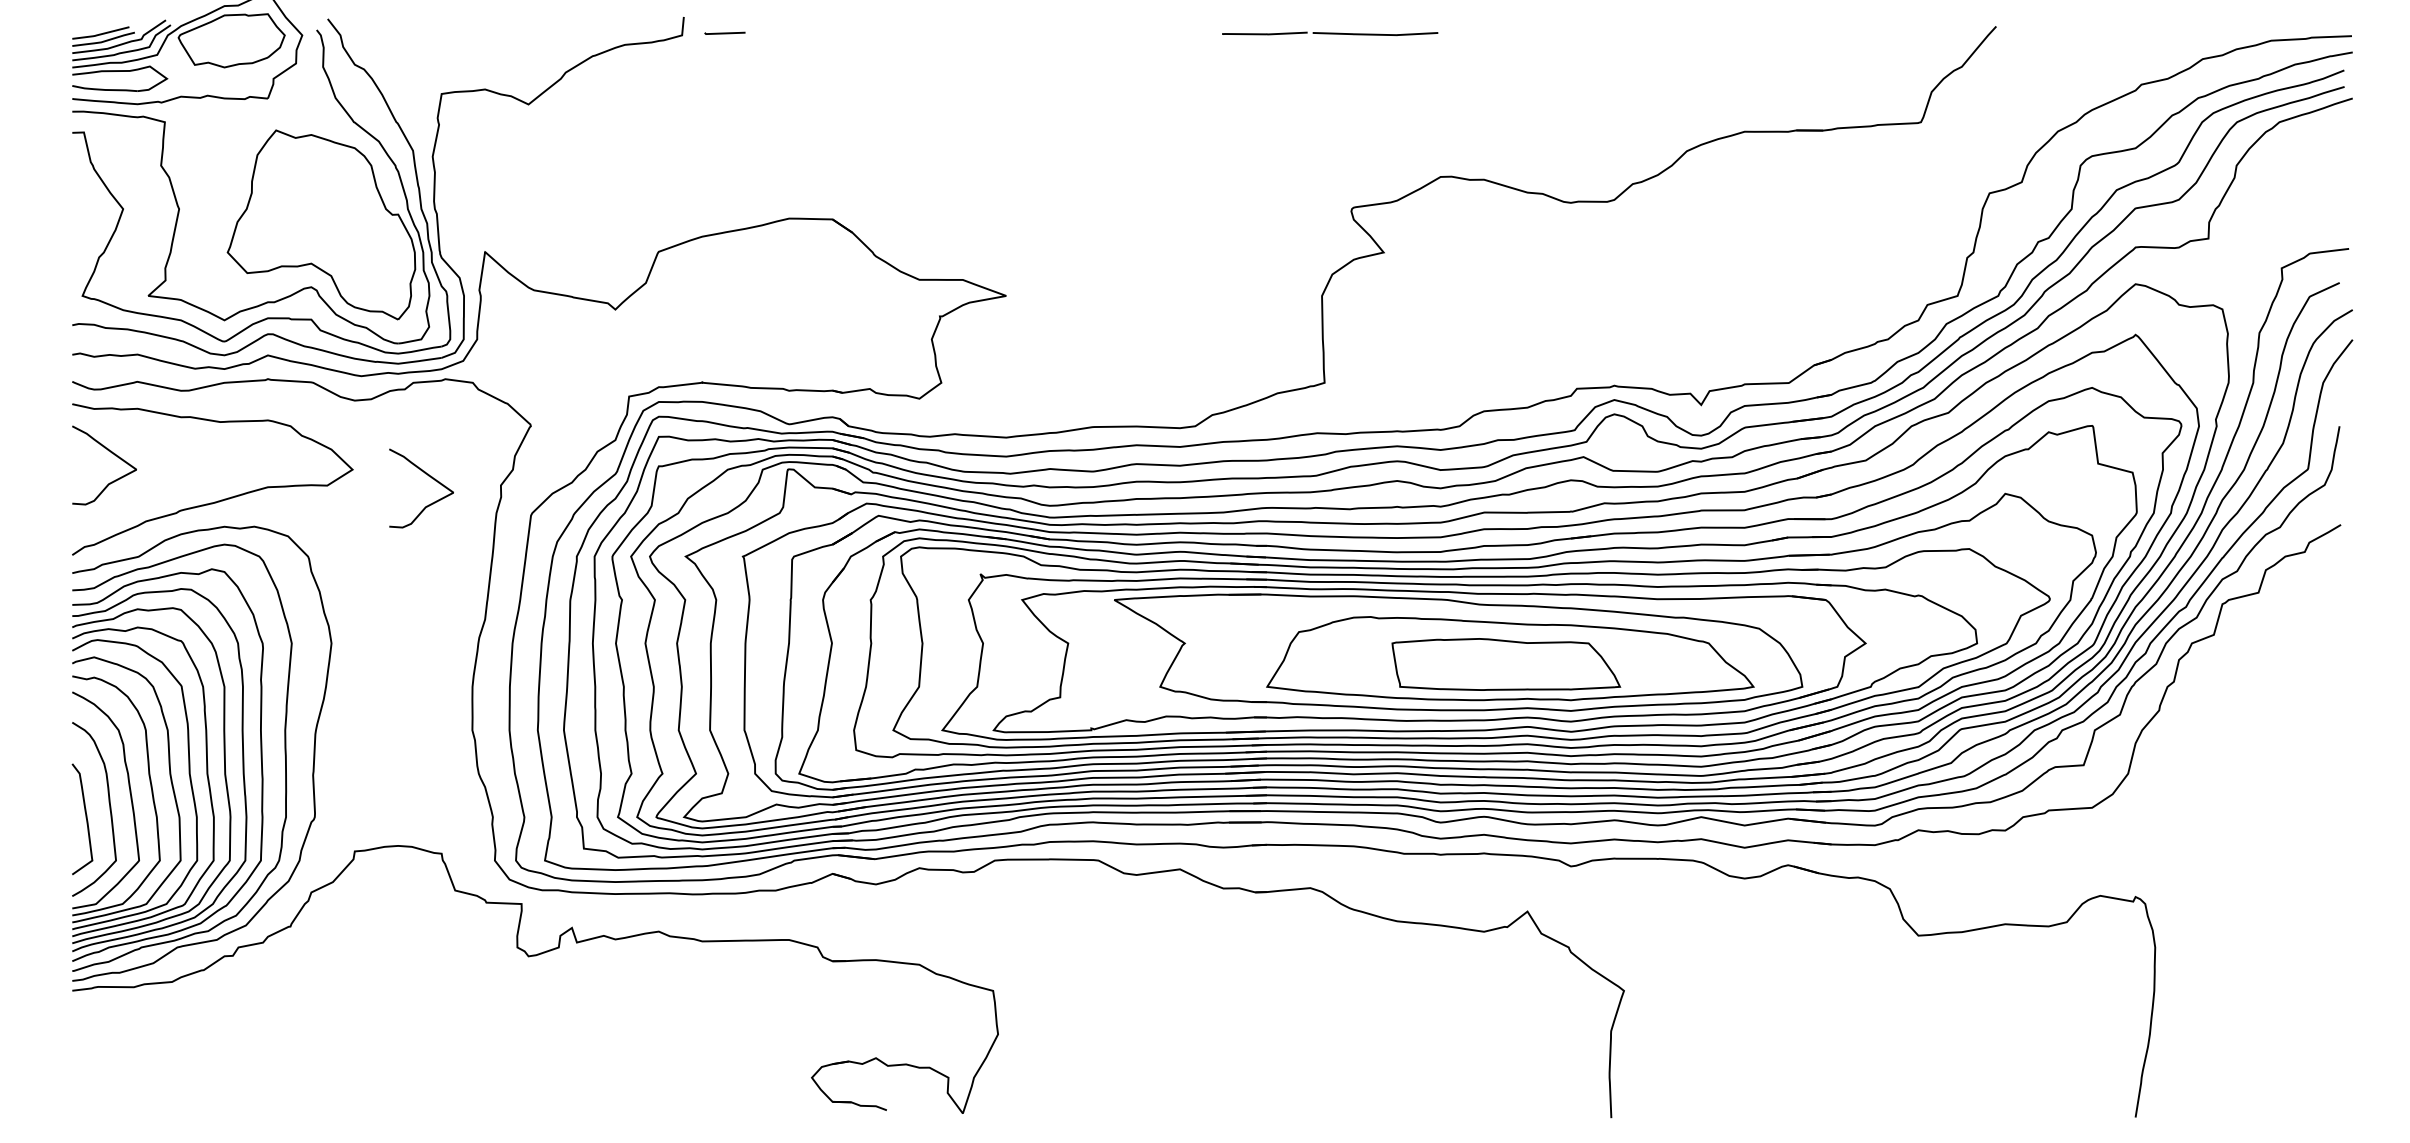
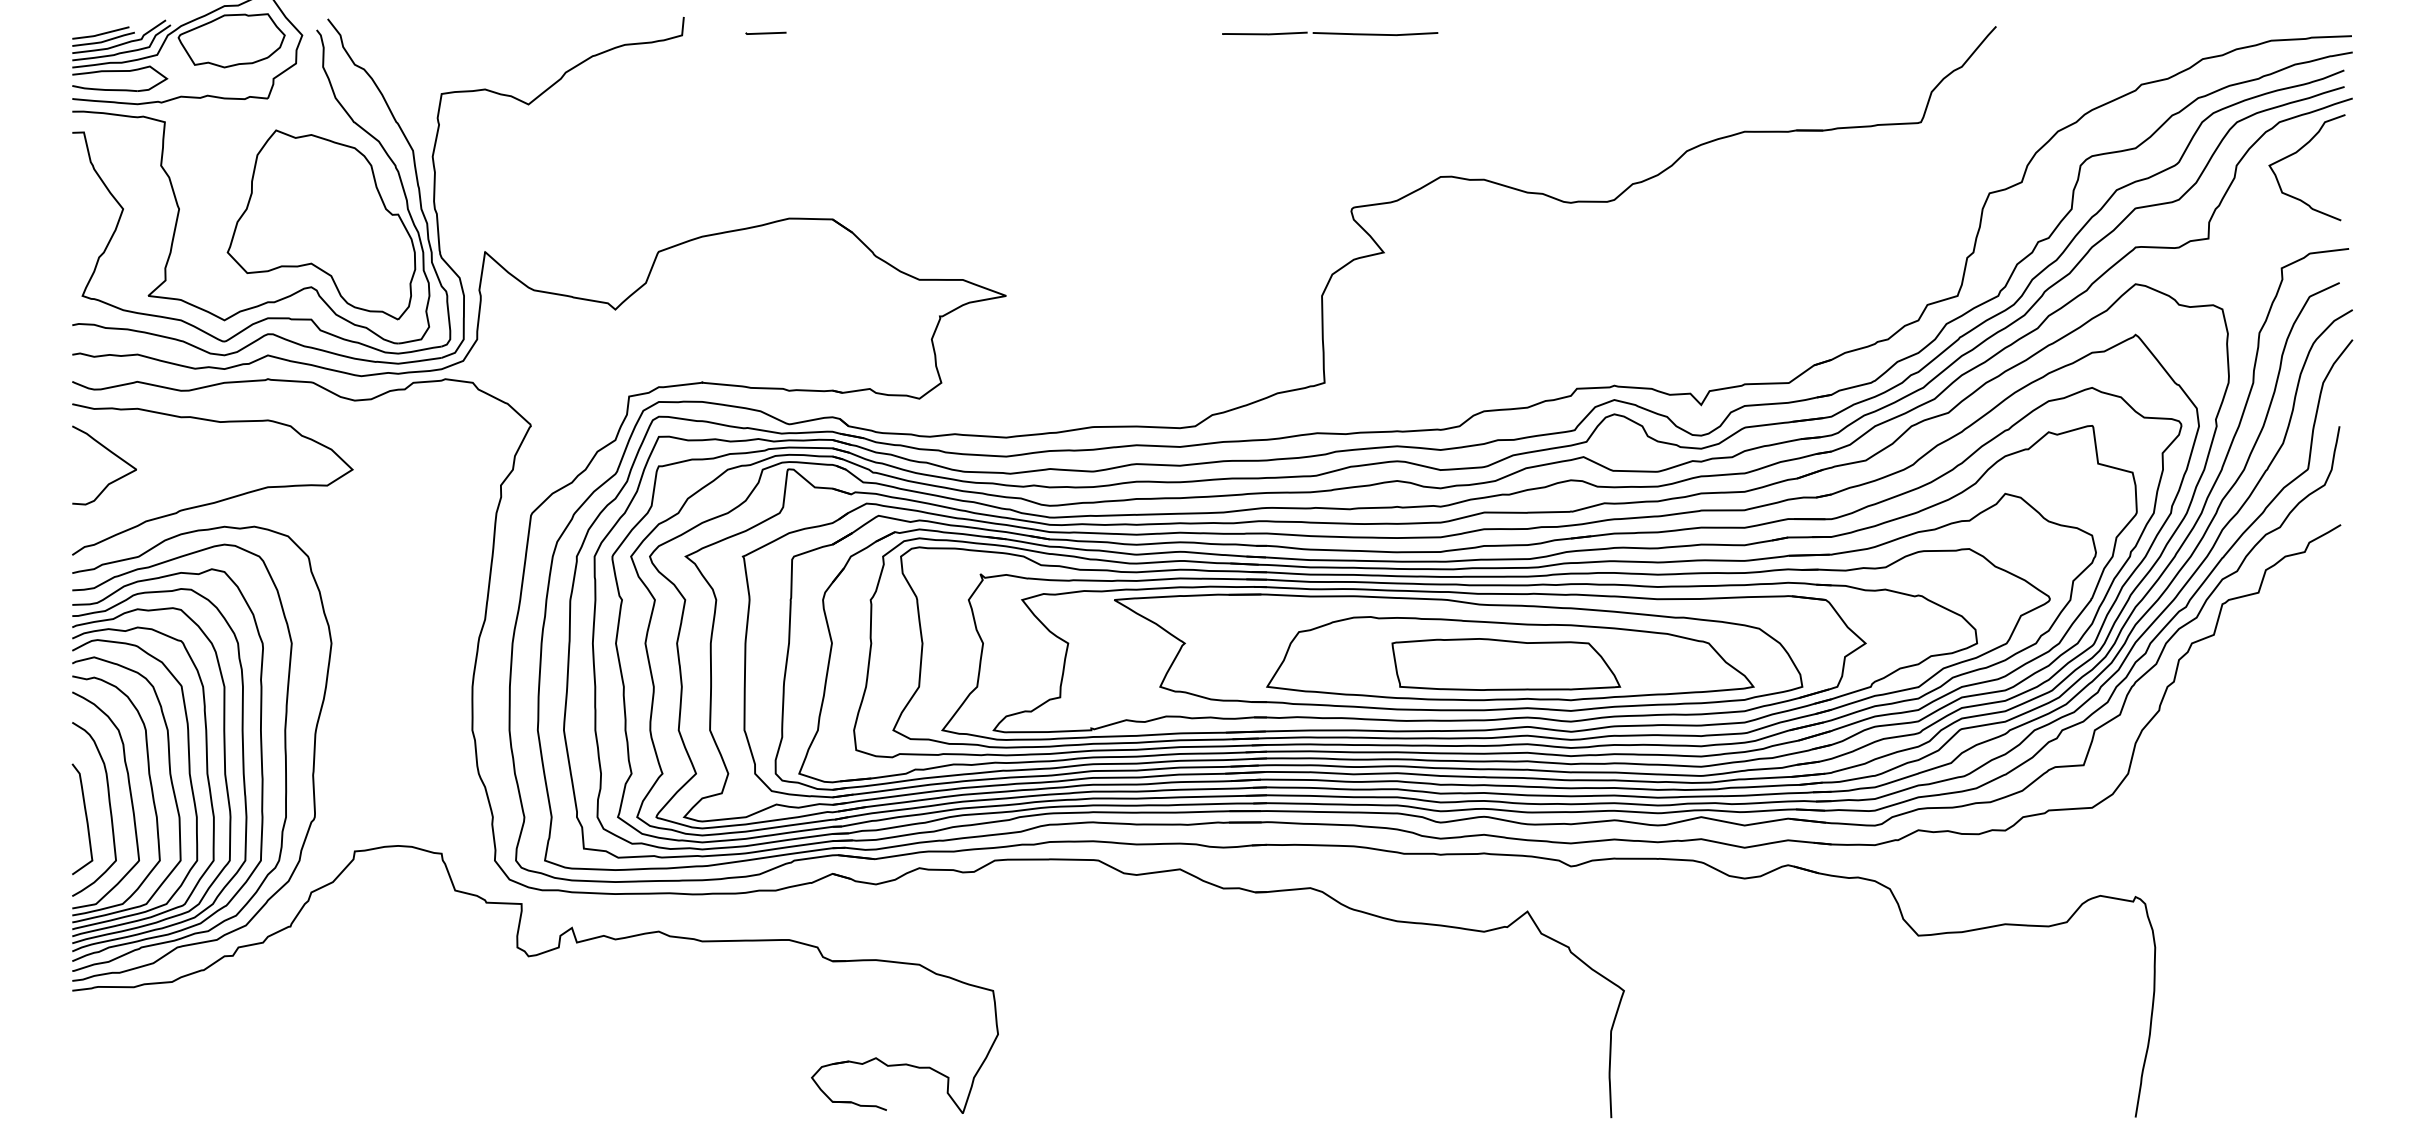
line at (724, 32) position: (724, 32) -> (765, 32)
curve at (2296, 153): none -> present
curve at (428, 476): present -> none
